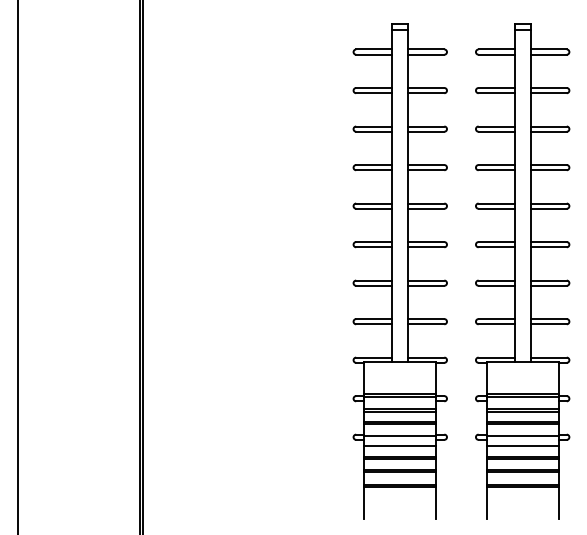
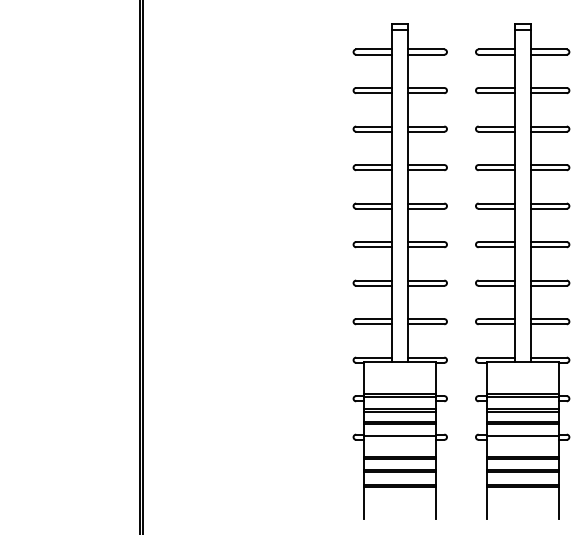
line at (17, 266): present -> none
line at (400, 445): present -> none
line at (522, 445): present -> none
